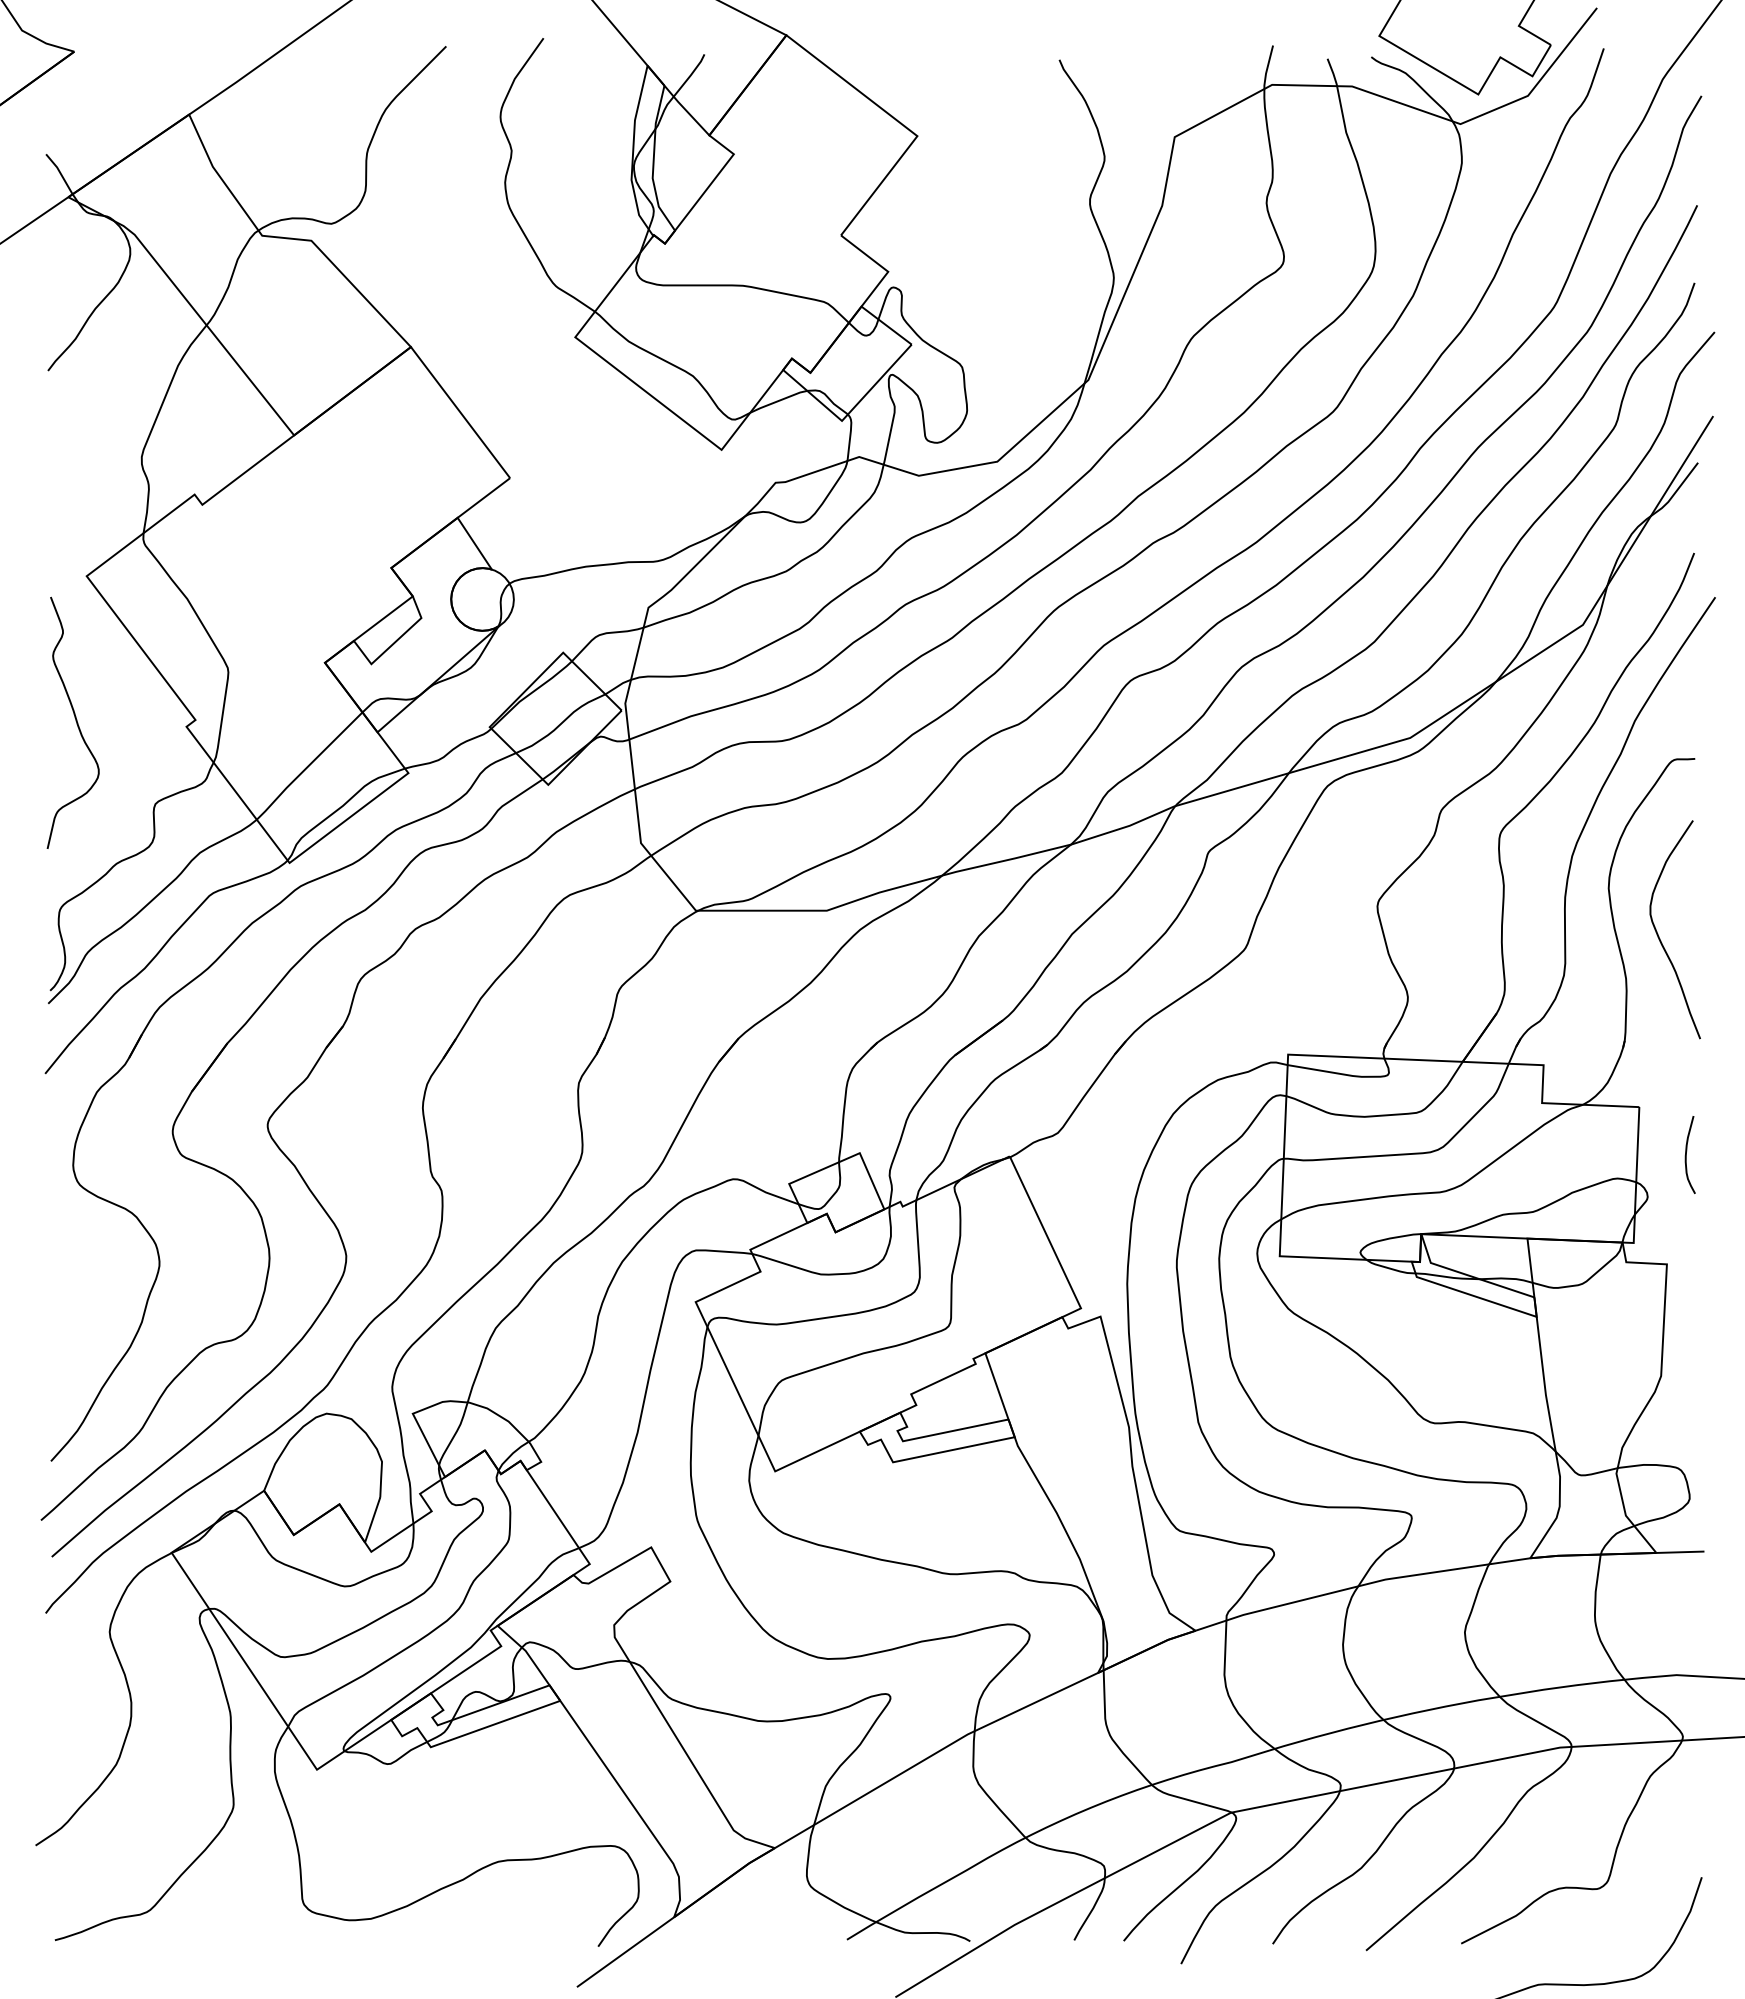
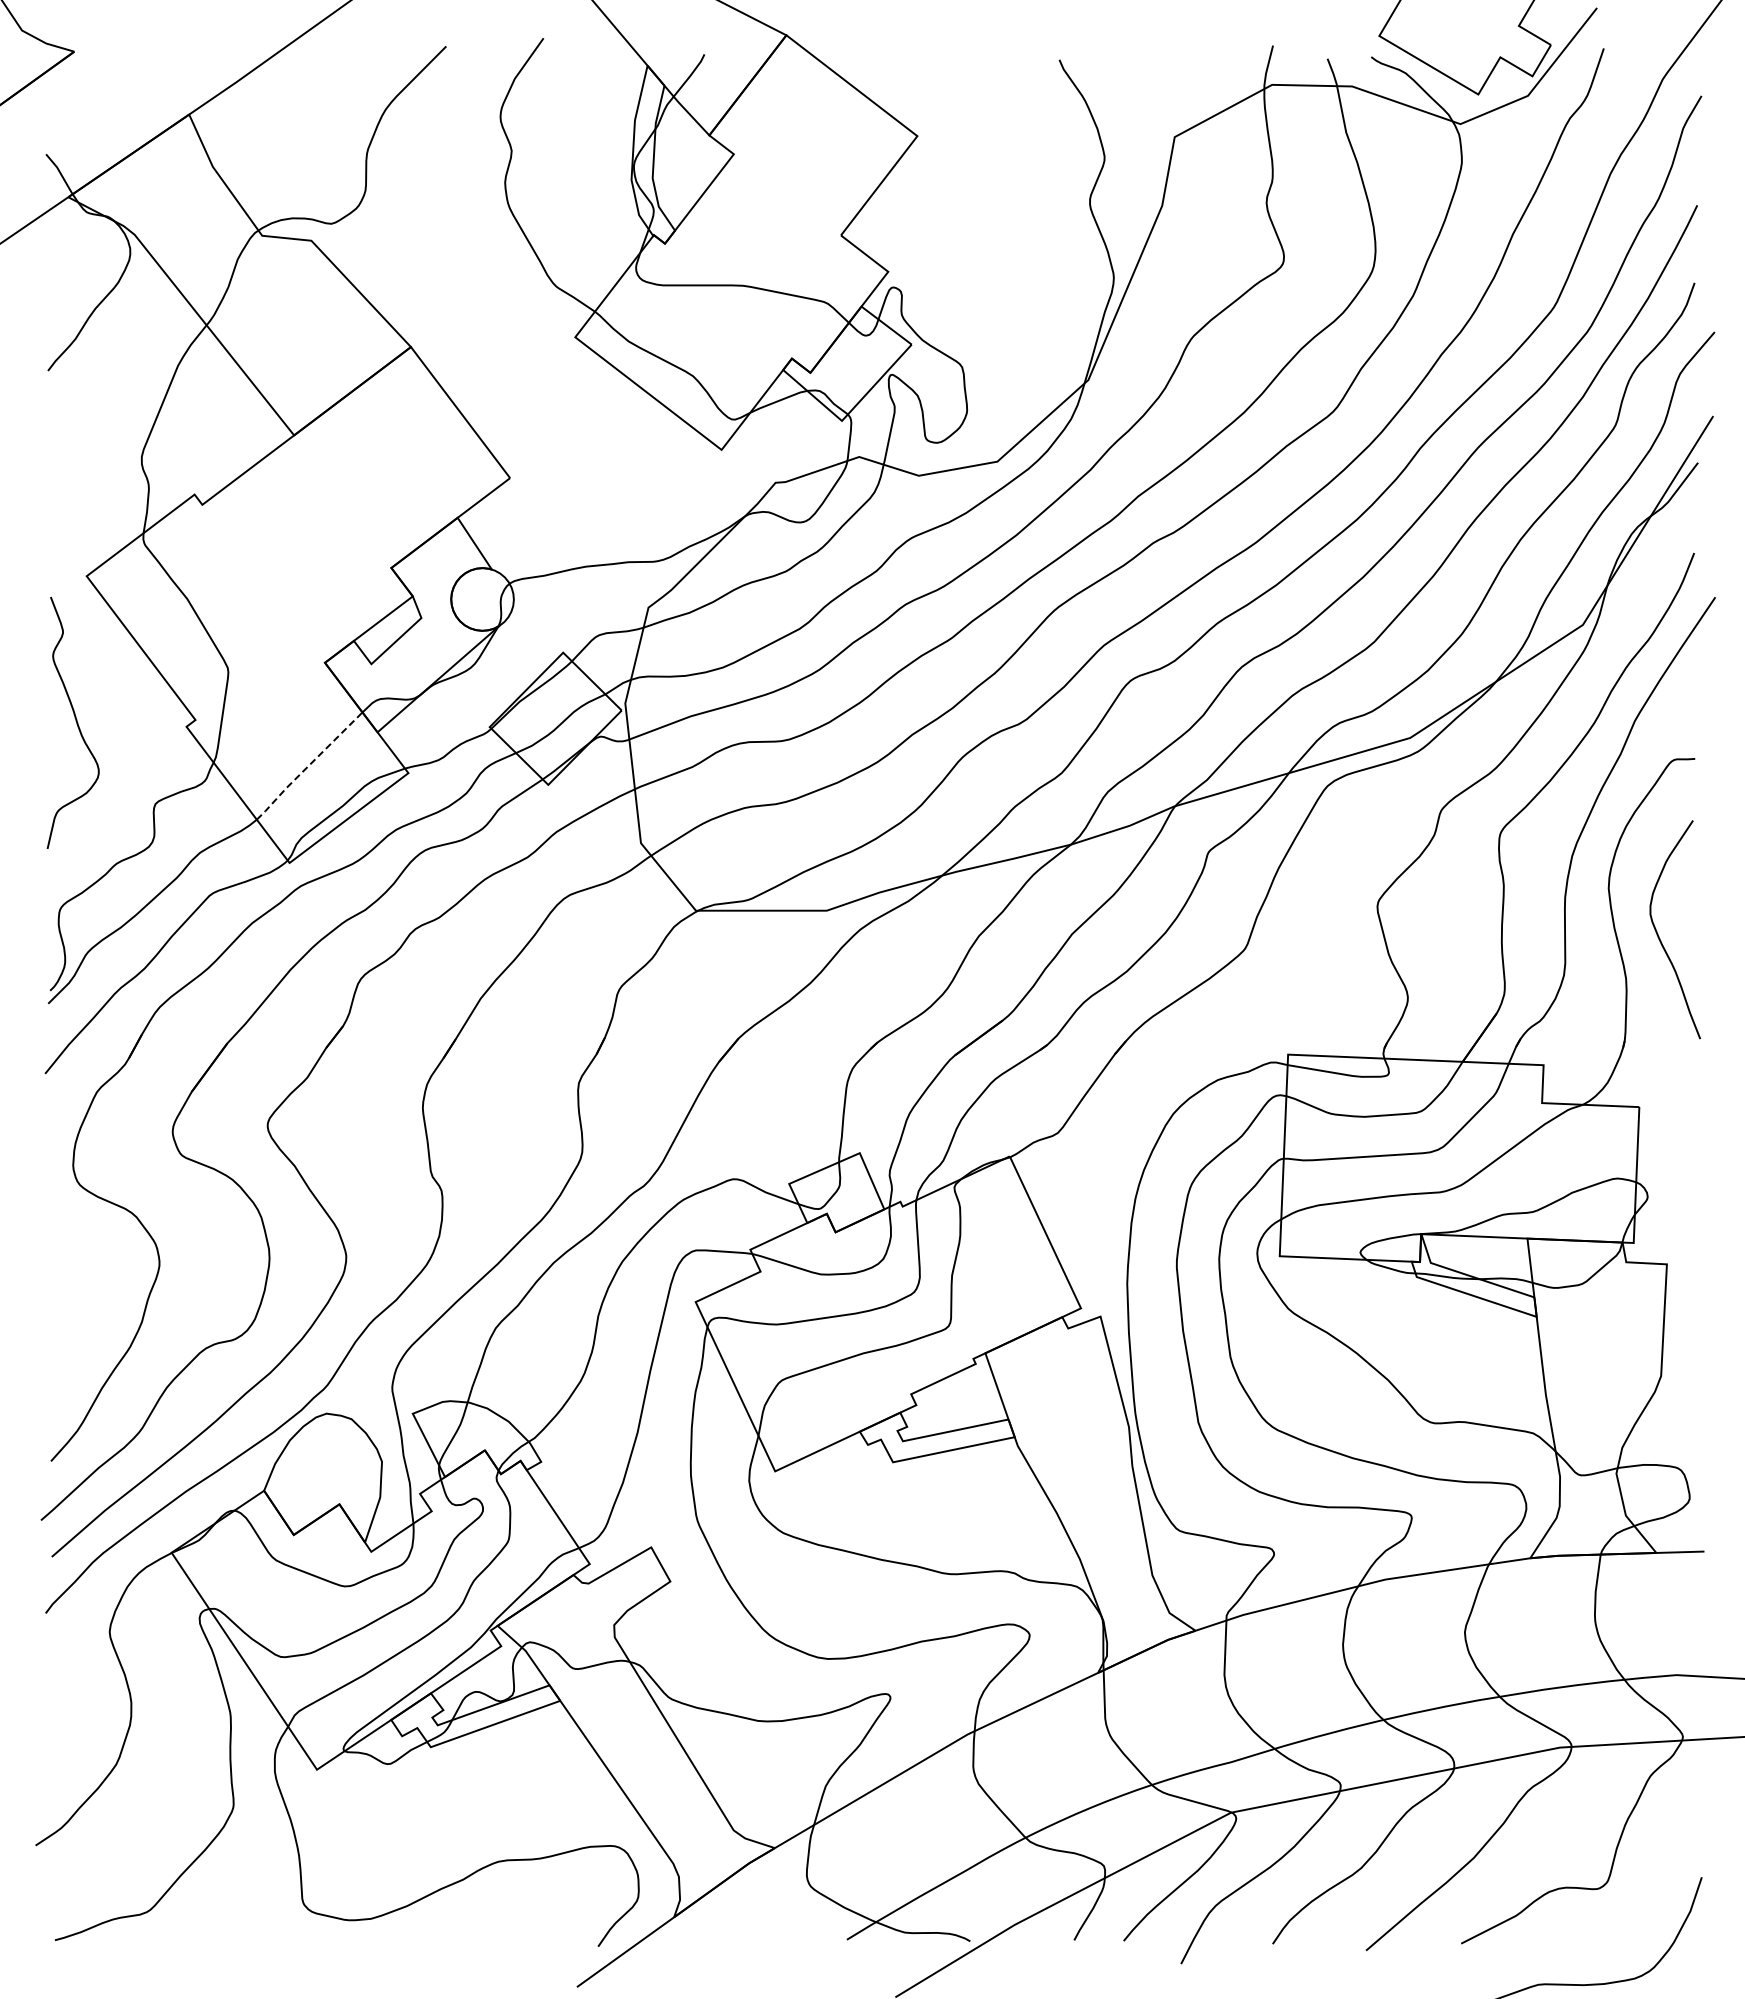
line at (308, 766): solid -> dashed
curve at (1686, 1154): present -> none
